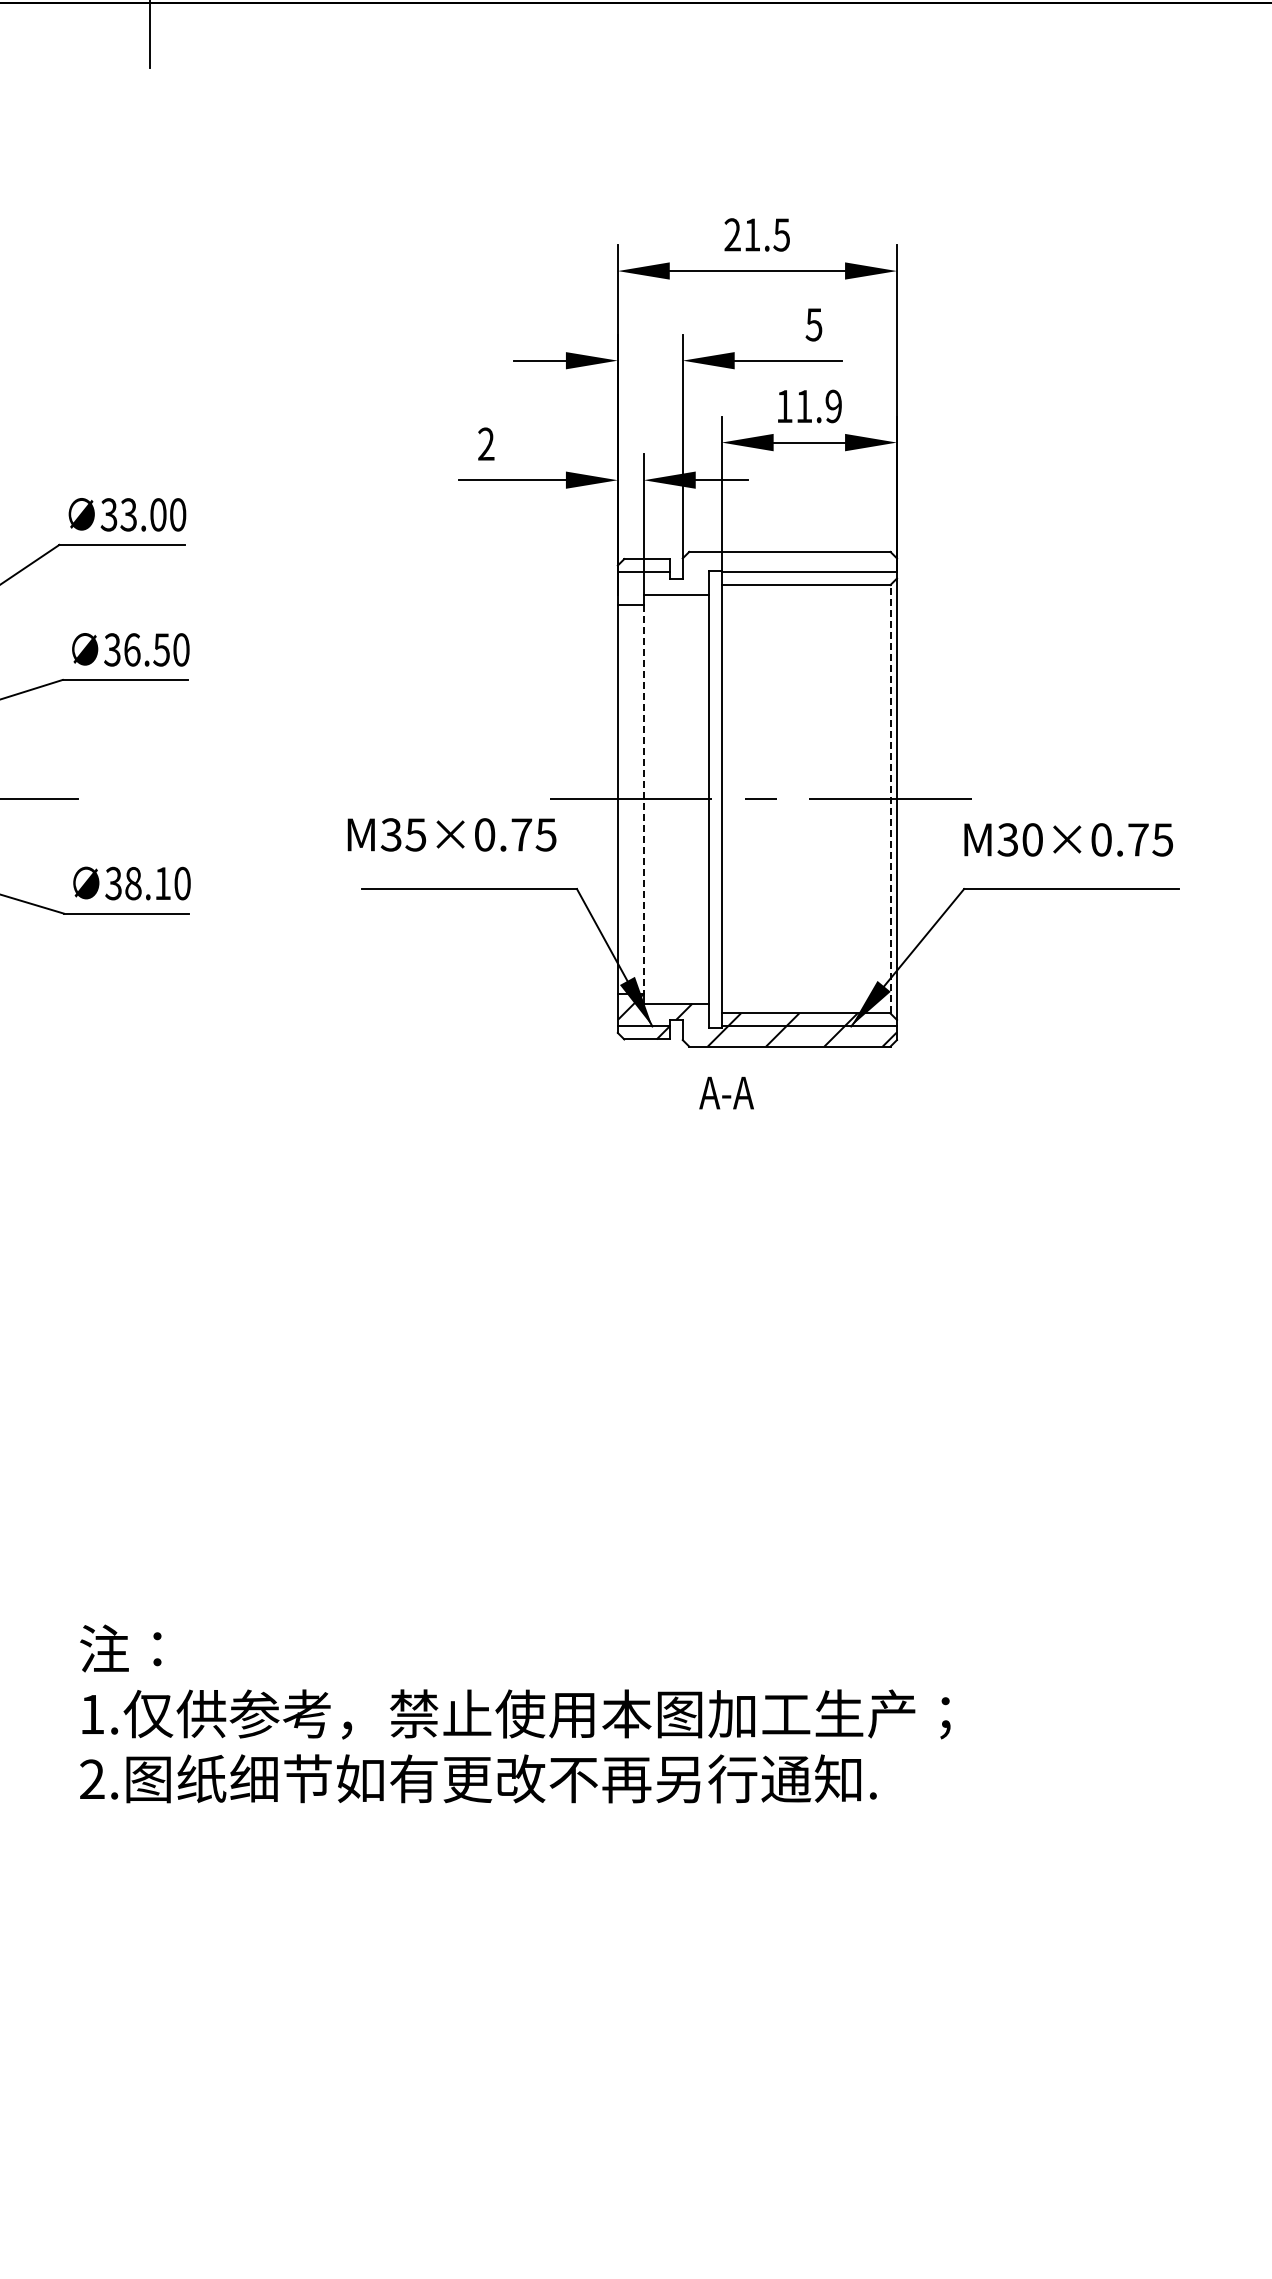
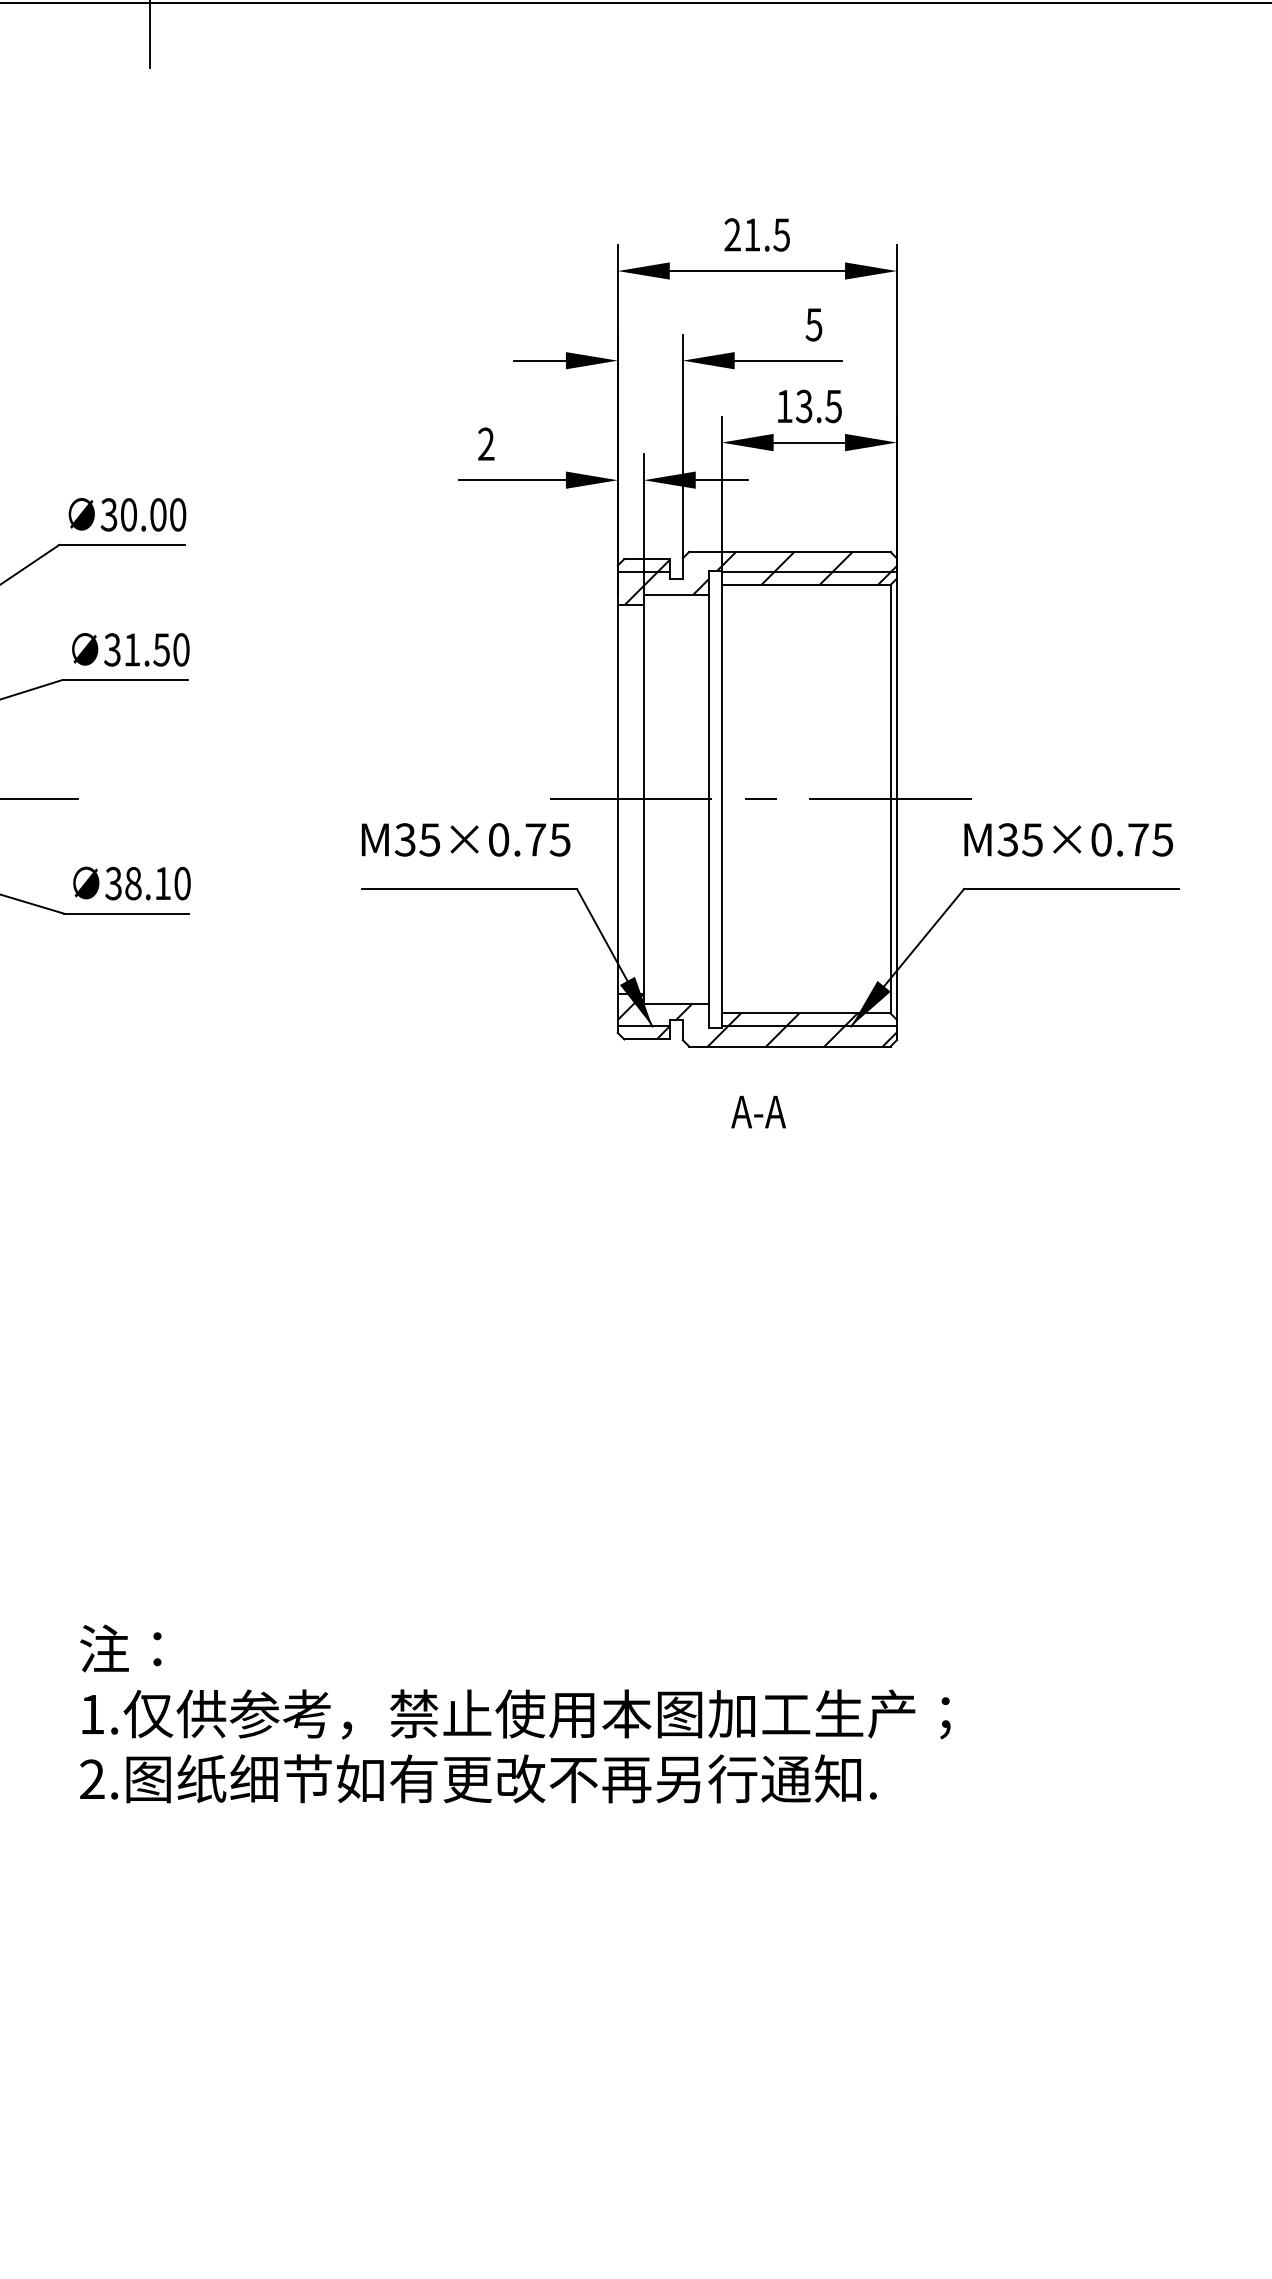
text at (818, 406): 11.9 -> 13.5
text at (128, 514): 33.00 -> 30.00
hatch at (761, 577): none -> present
text at (132, 649): 36.50 -> 31.50
line at (890, 798): dashed -> solid
line at (643, 799): dashed -> solid
text at (451, 834) position: (451, 834) -> (465, 839)
text at (1032, 839): M30×0.75 -> M35×0.75
text at (726, 1092) position: (726, 1092) -> (758, 1111)
